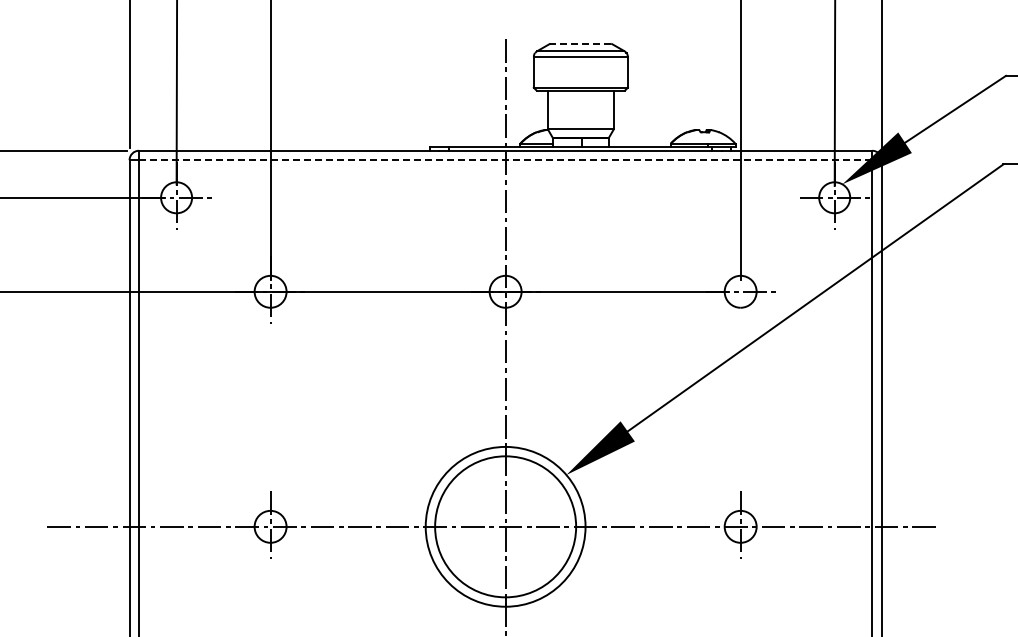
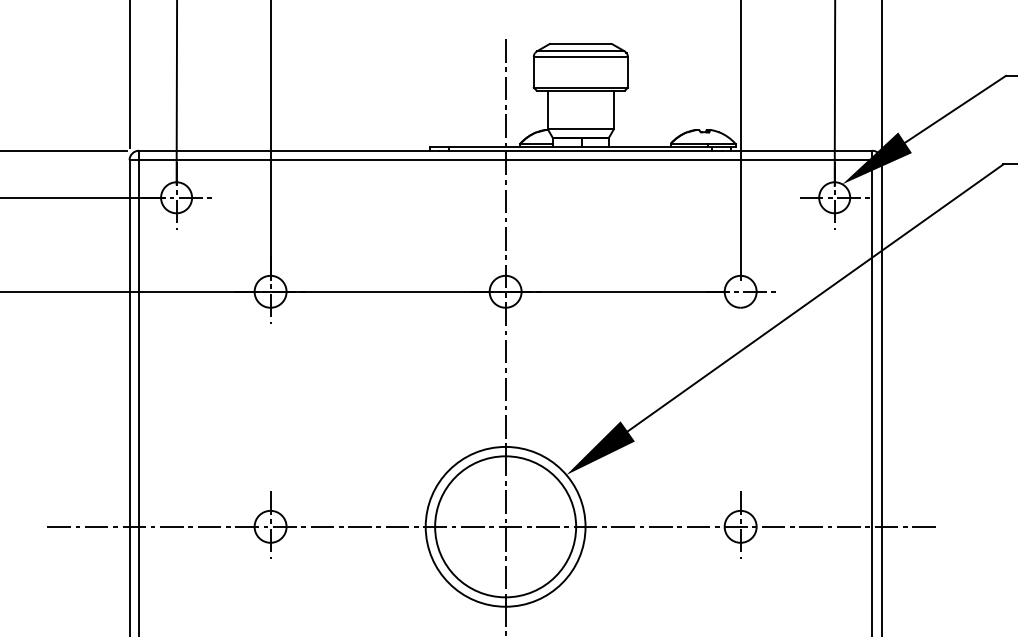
line at (580, 43): dashed -> solid
line at (505, 160): dashed -> solid
